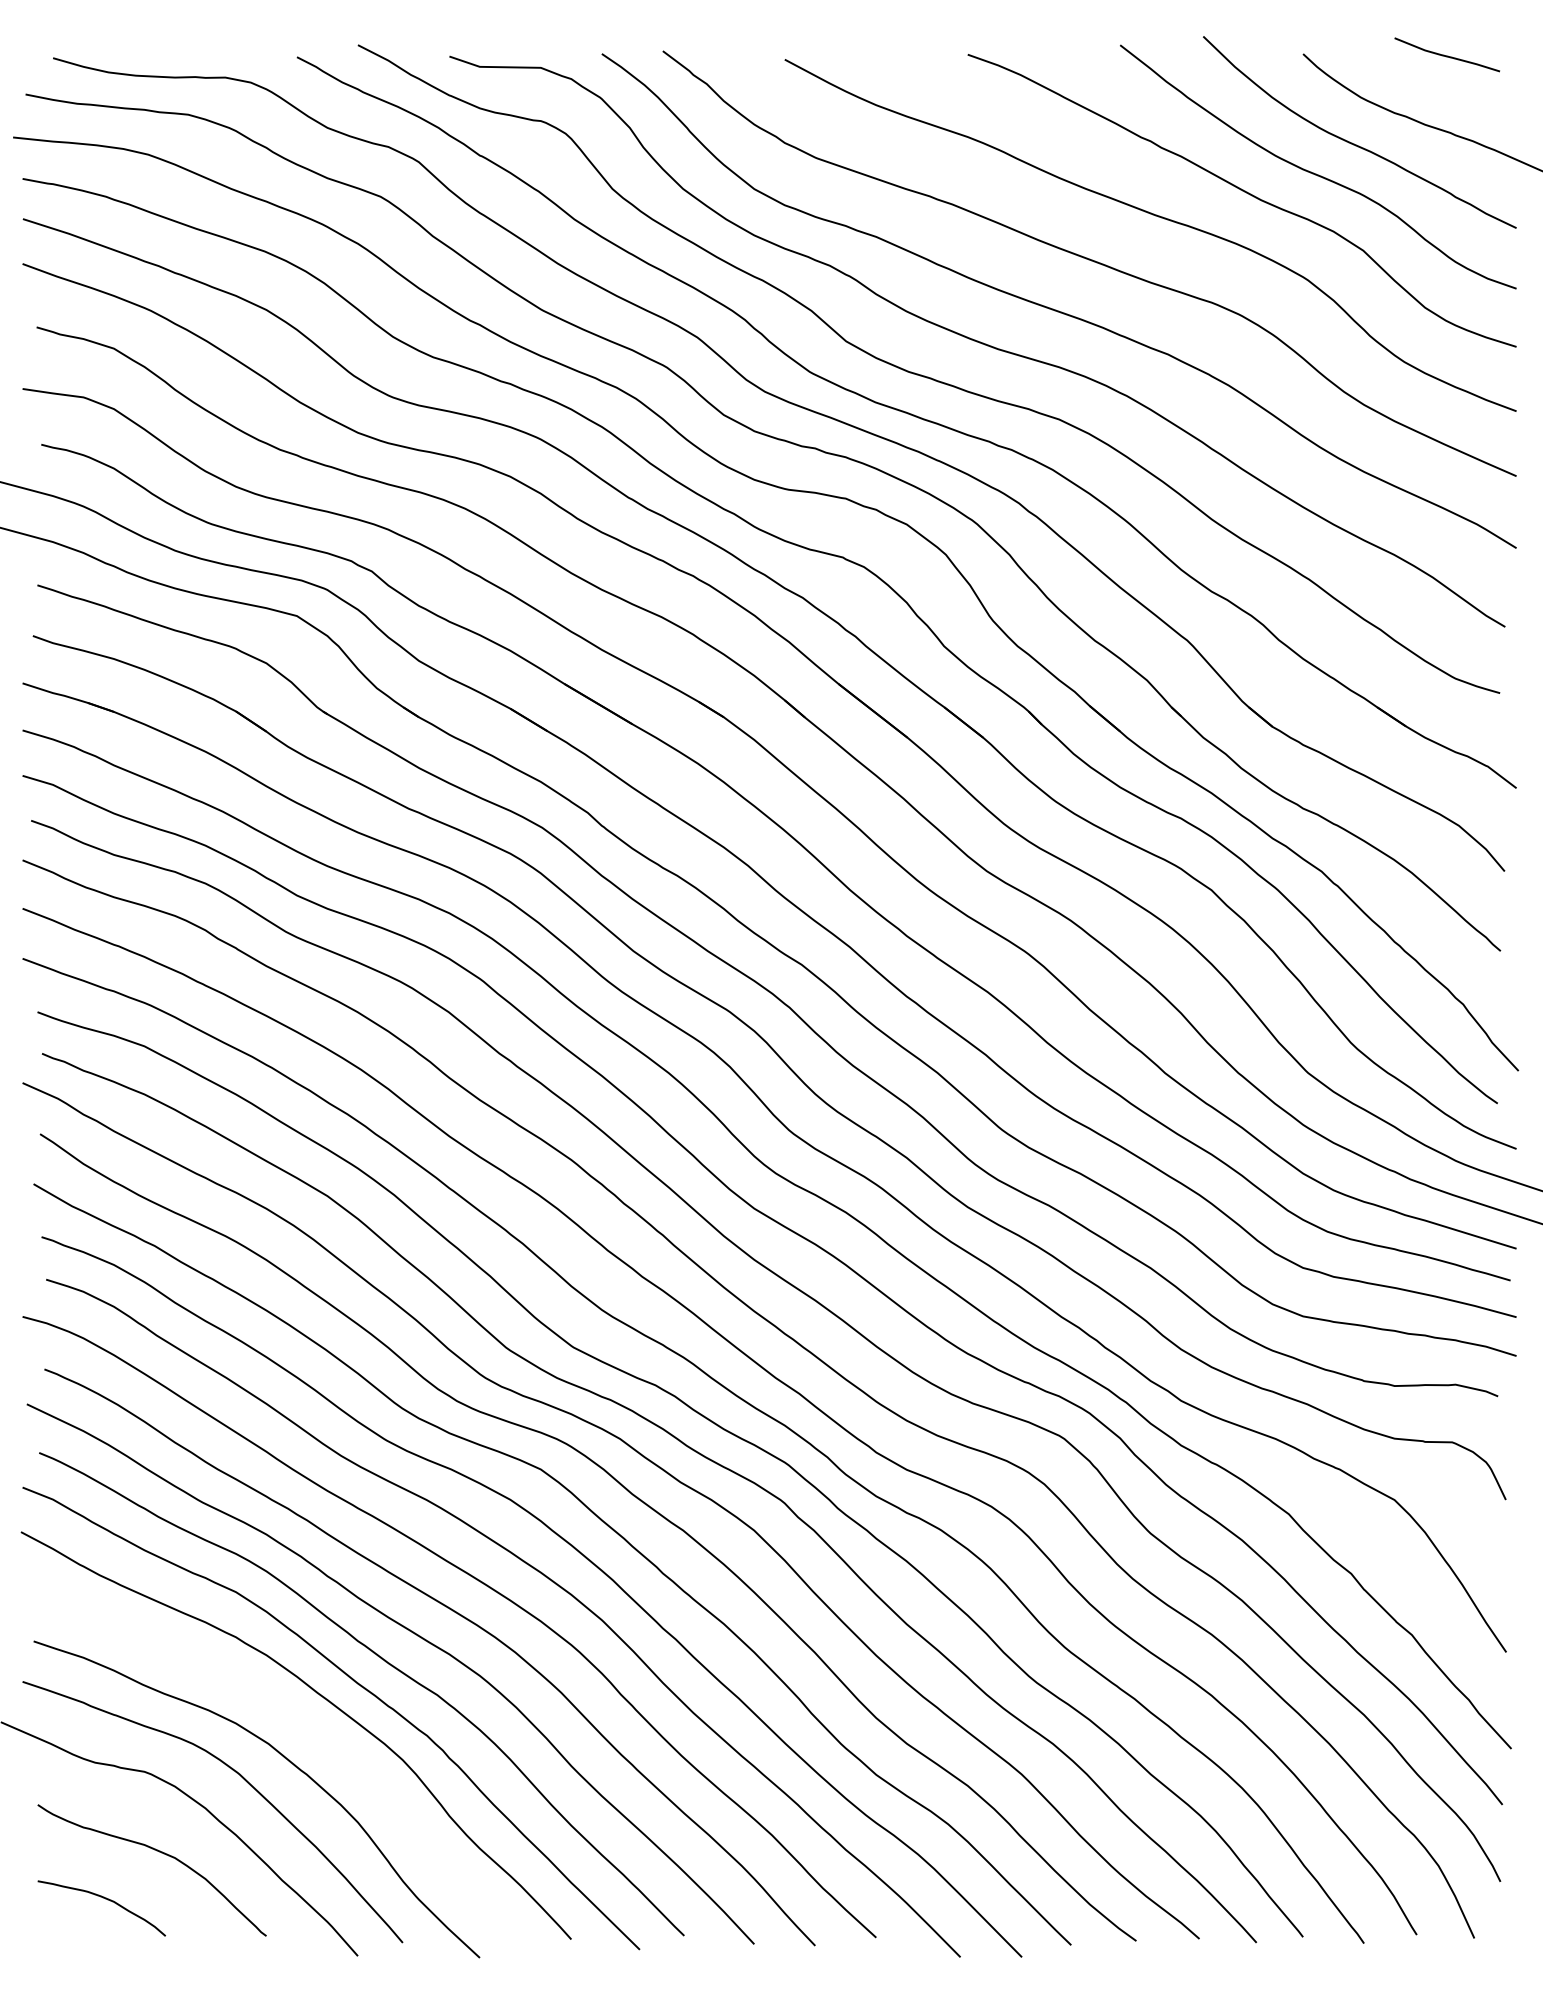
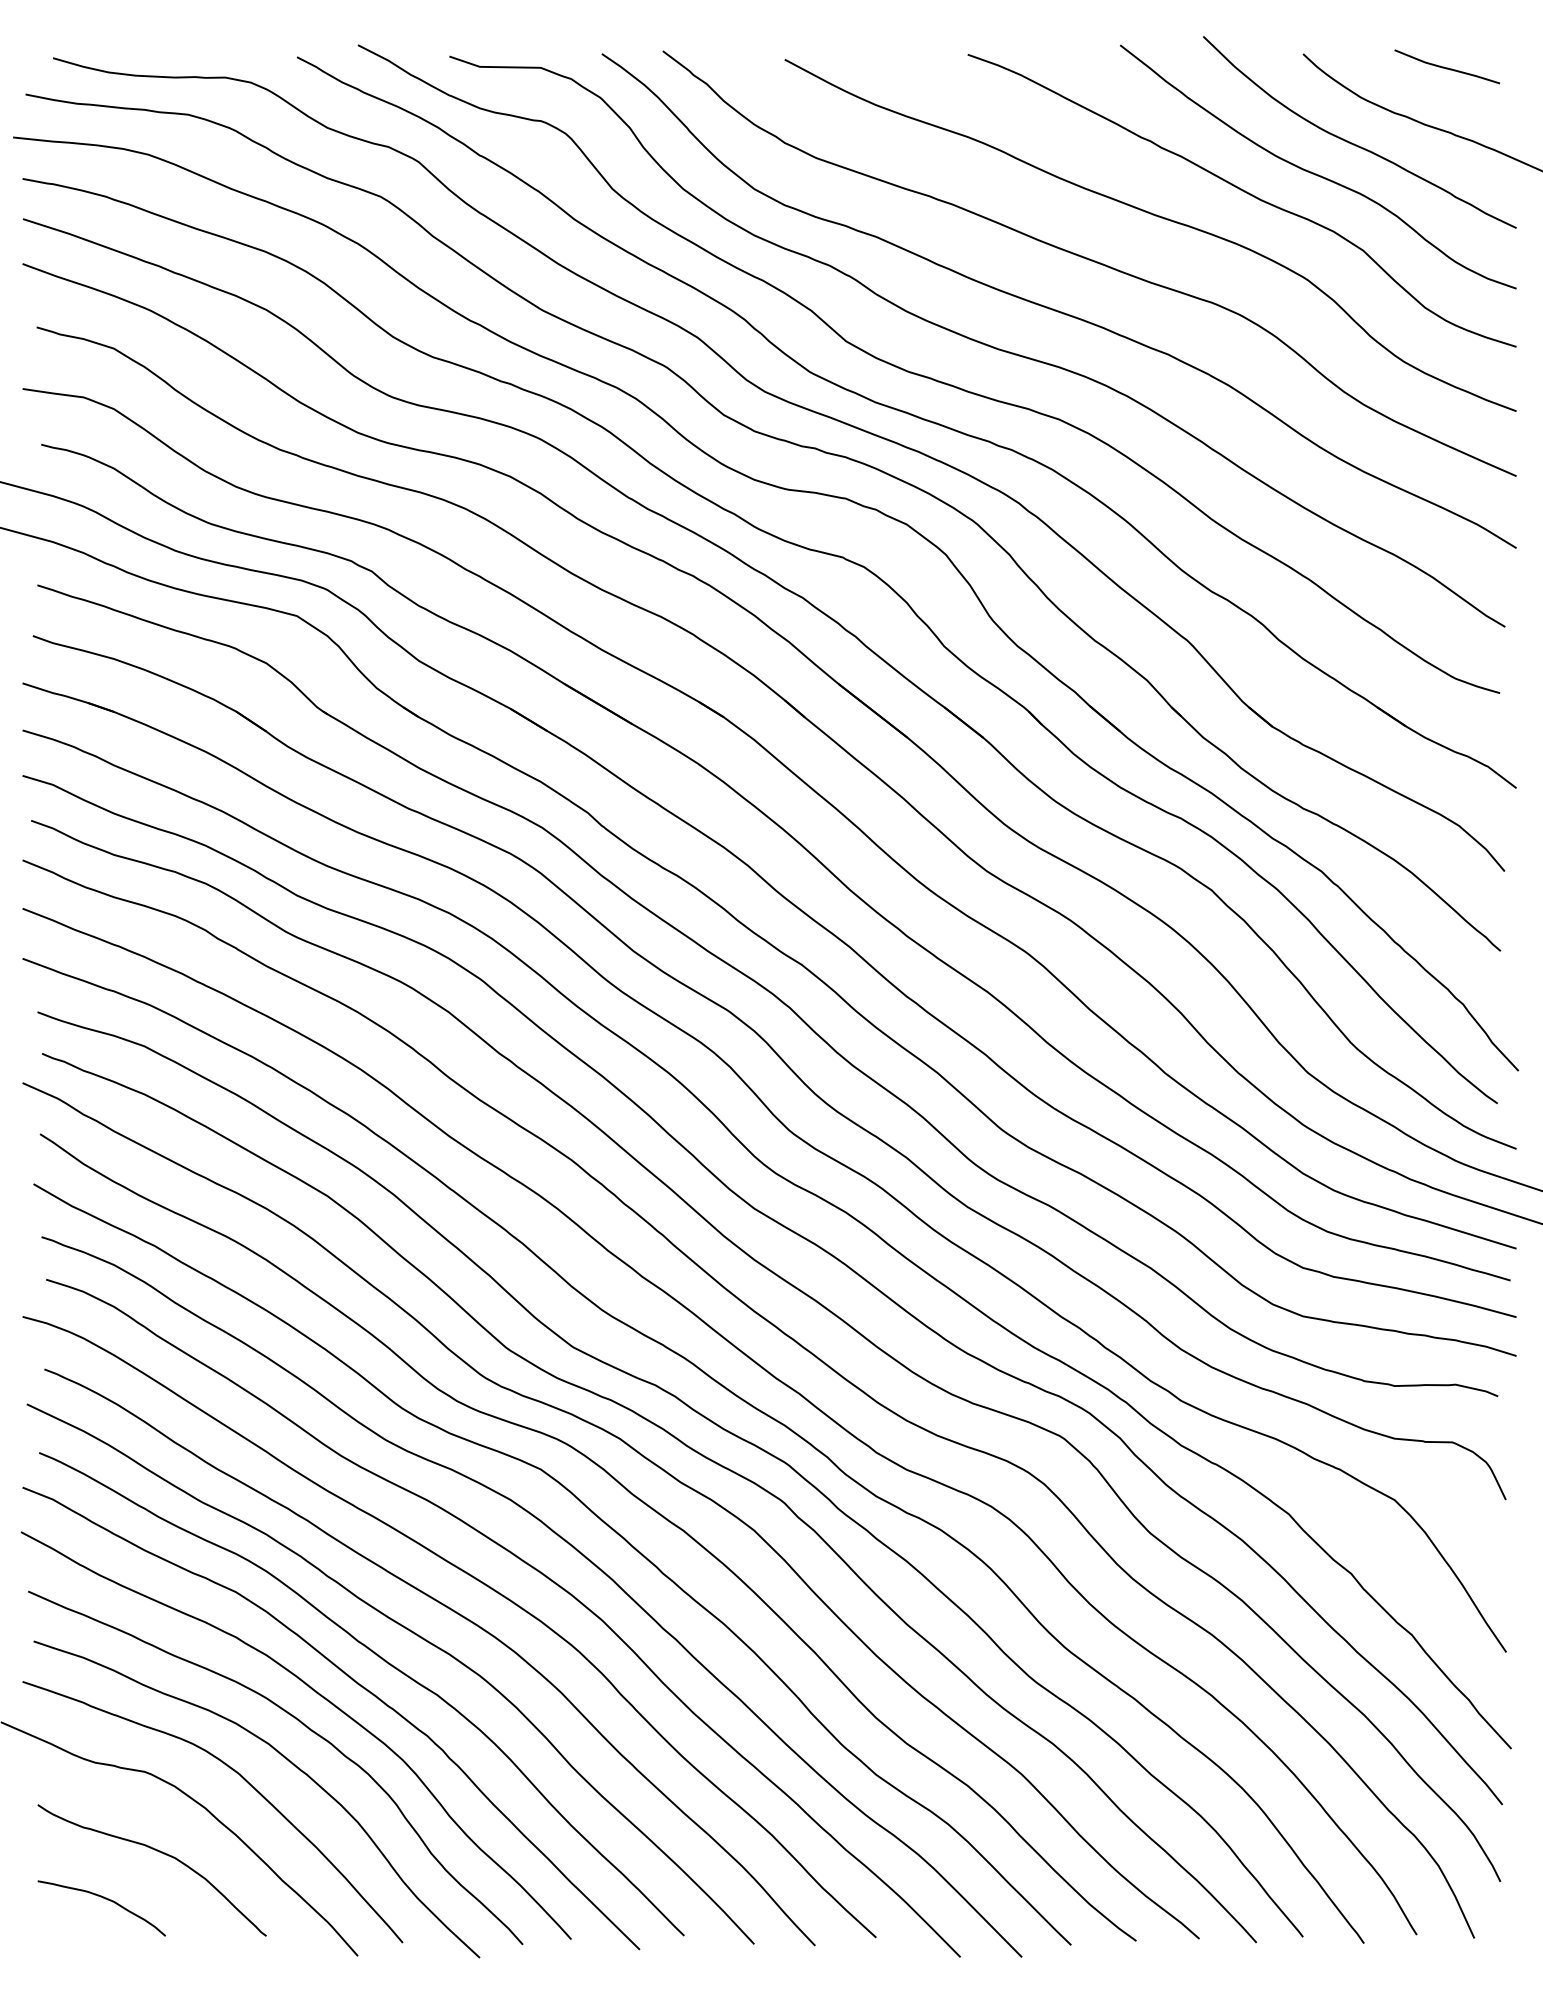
curve at (1447, 55) position: (1447, 55) -> (1447, 67)
curve at (304, 1726): none -> present
